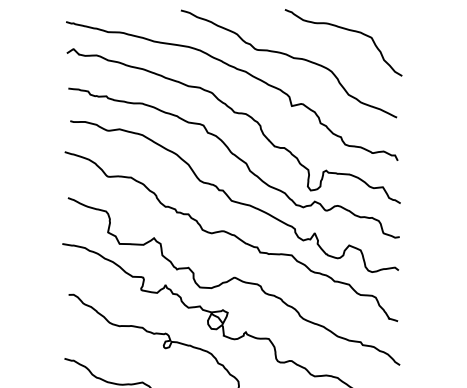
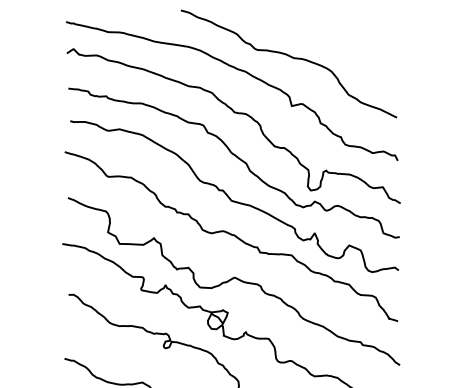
curve at (346, 30): present -> none
